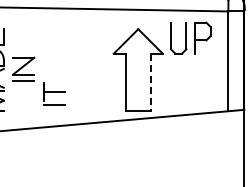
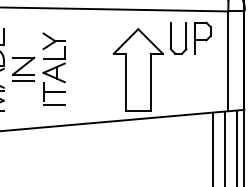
part at (53, 57): none -> present
line at (150, 82): dashed -> solid
line at (236, 146): none -> present
line at (212, 147): none -> present
line at (224, 147): none -> present
